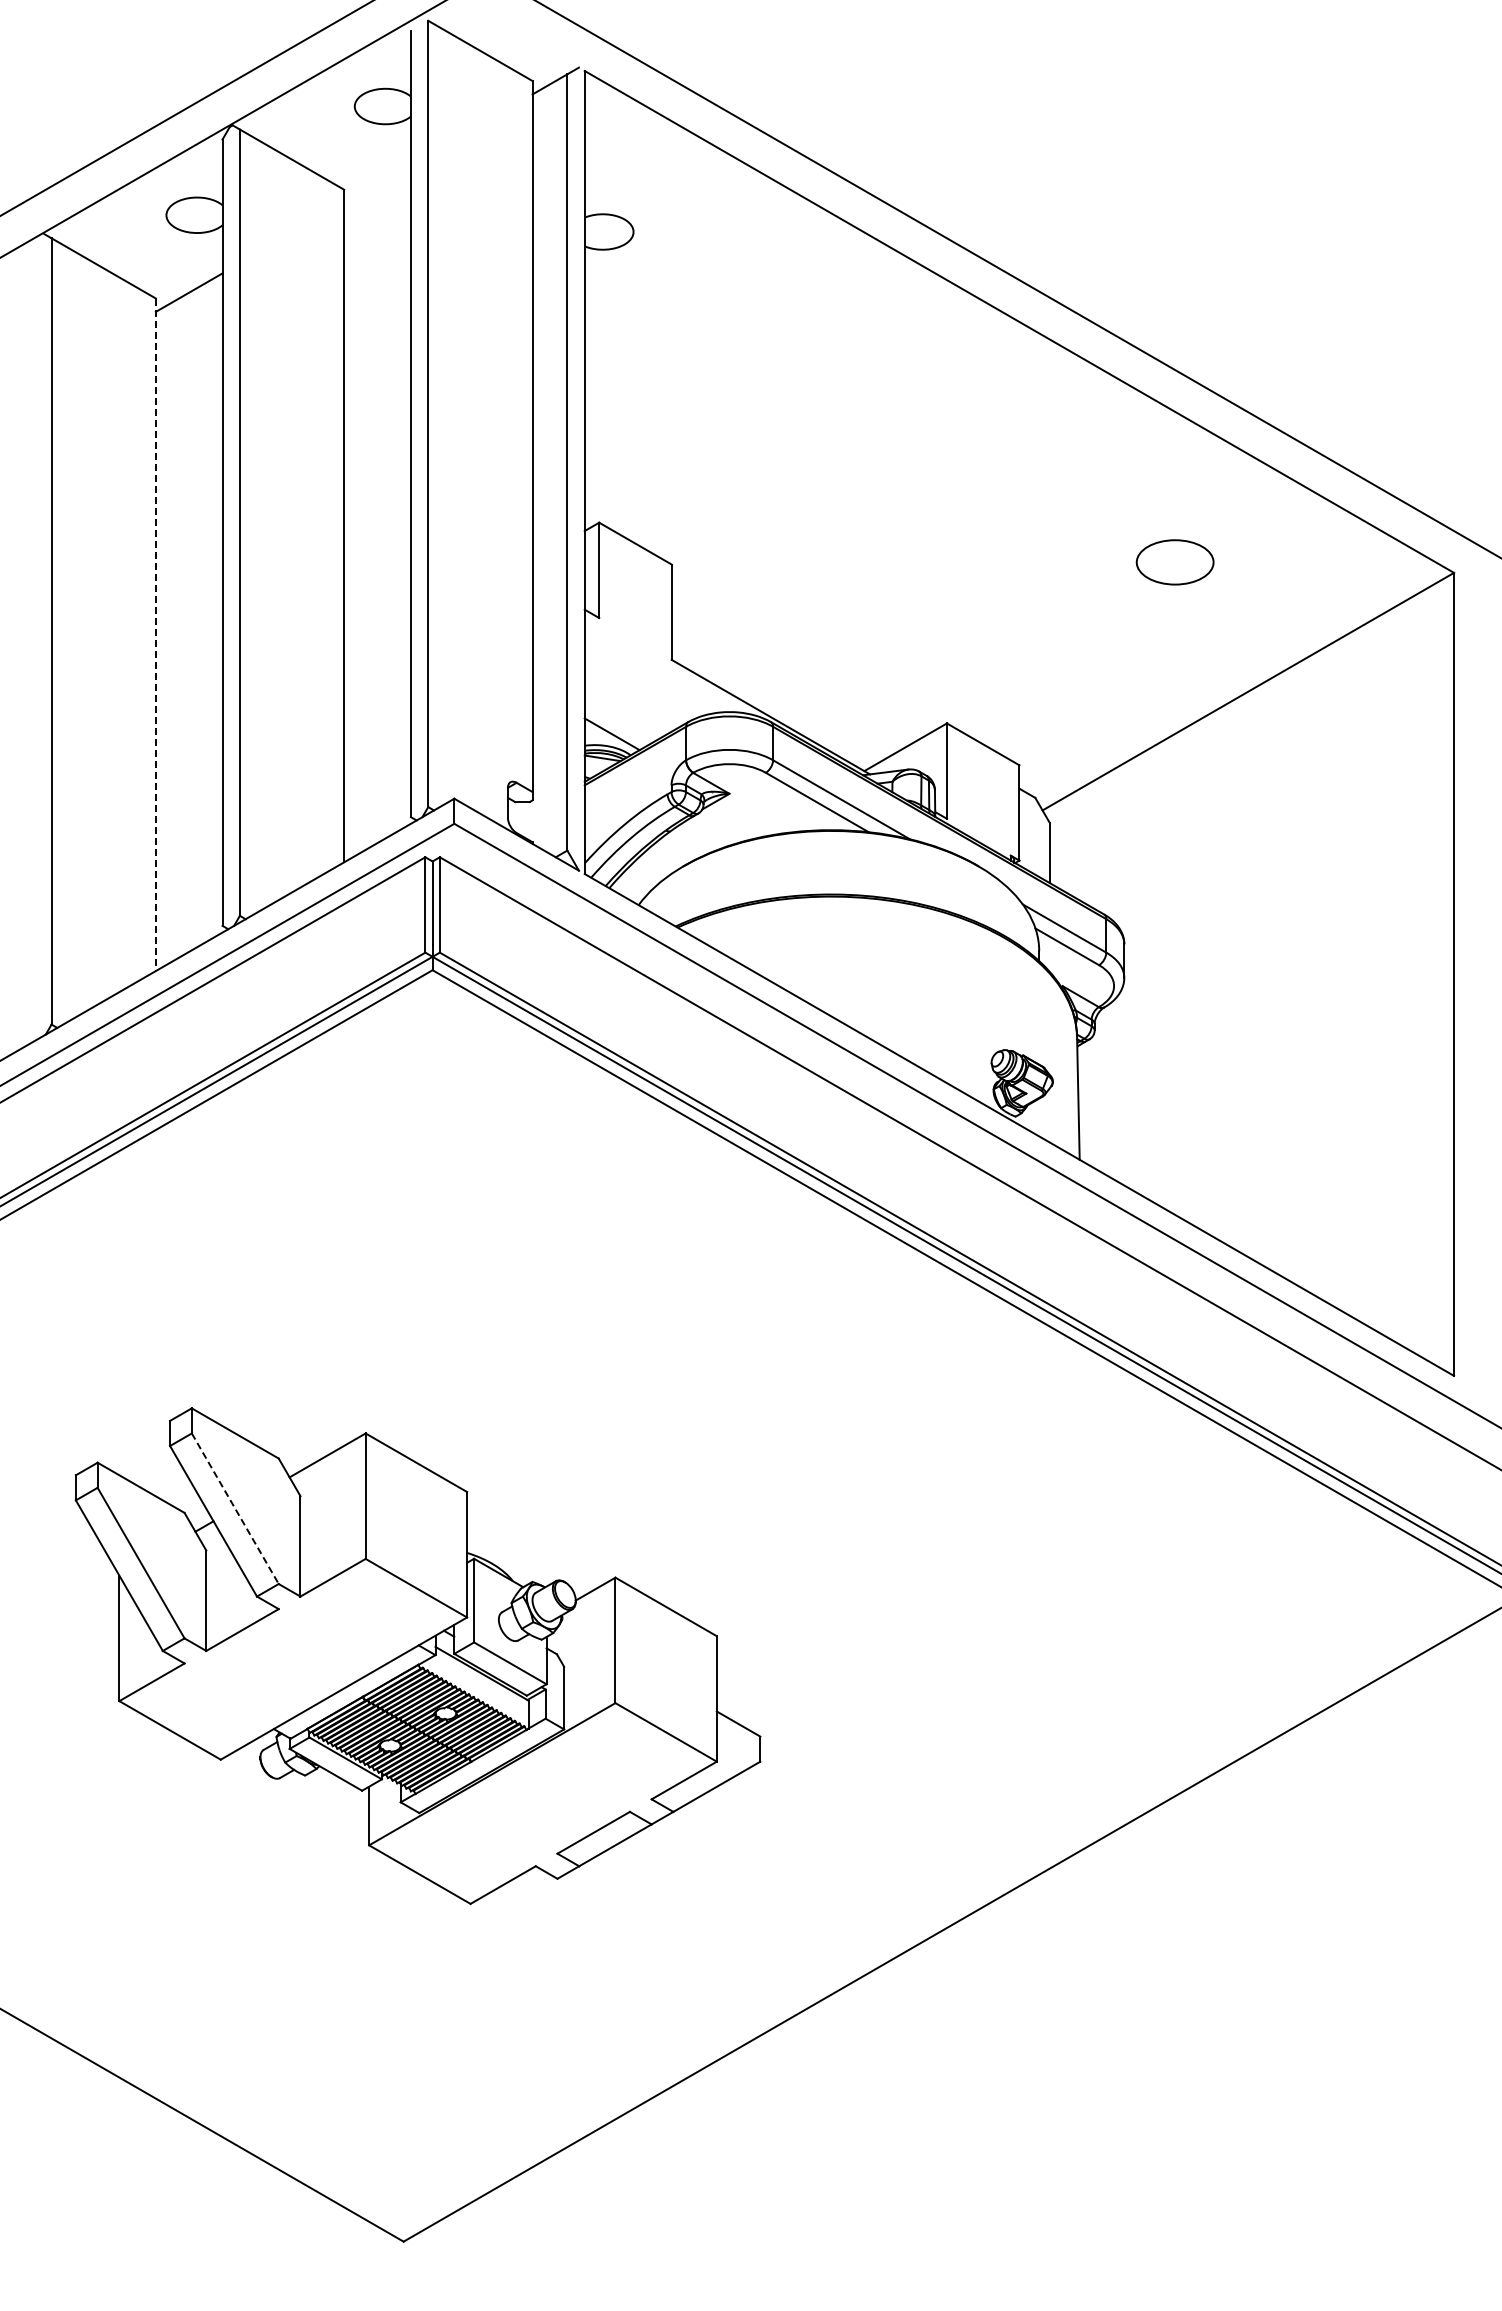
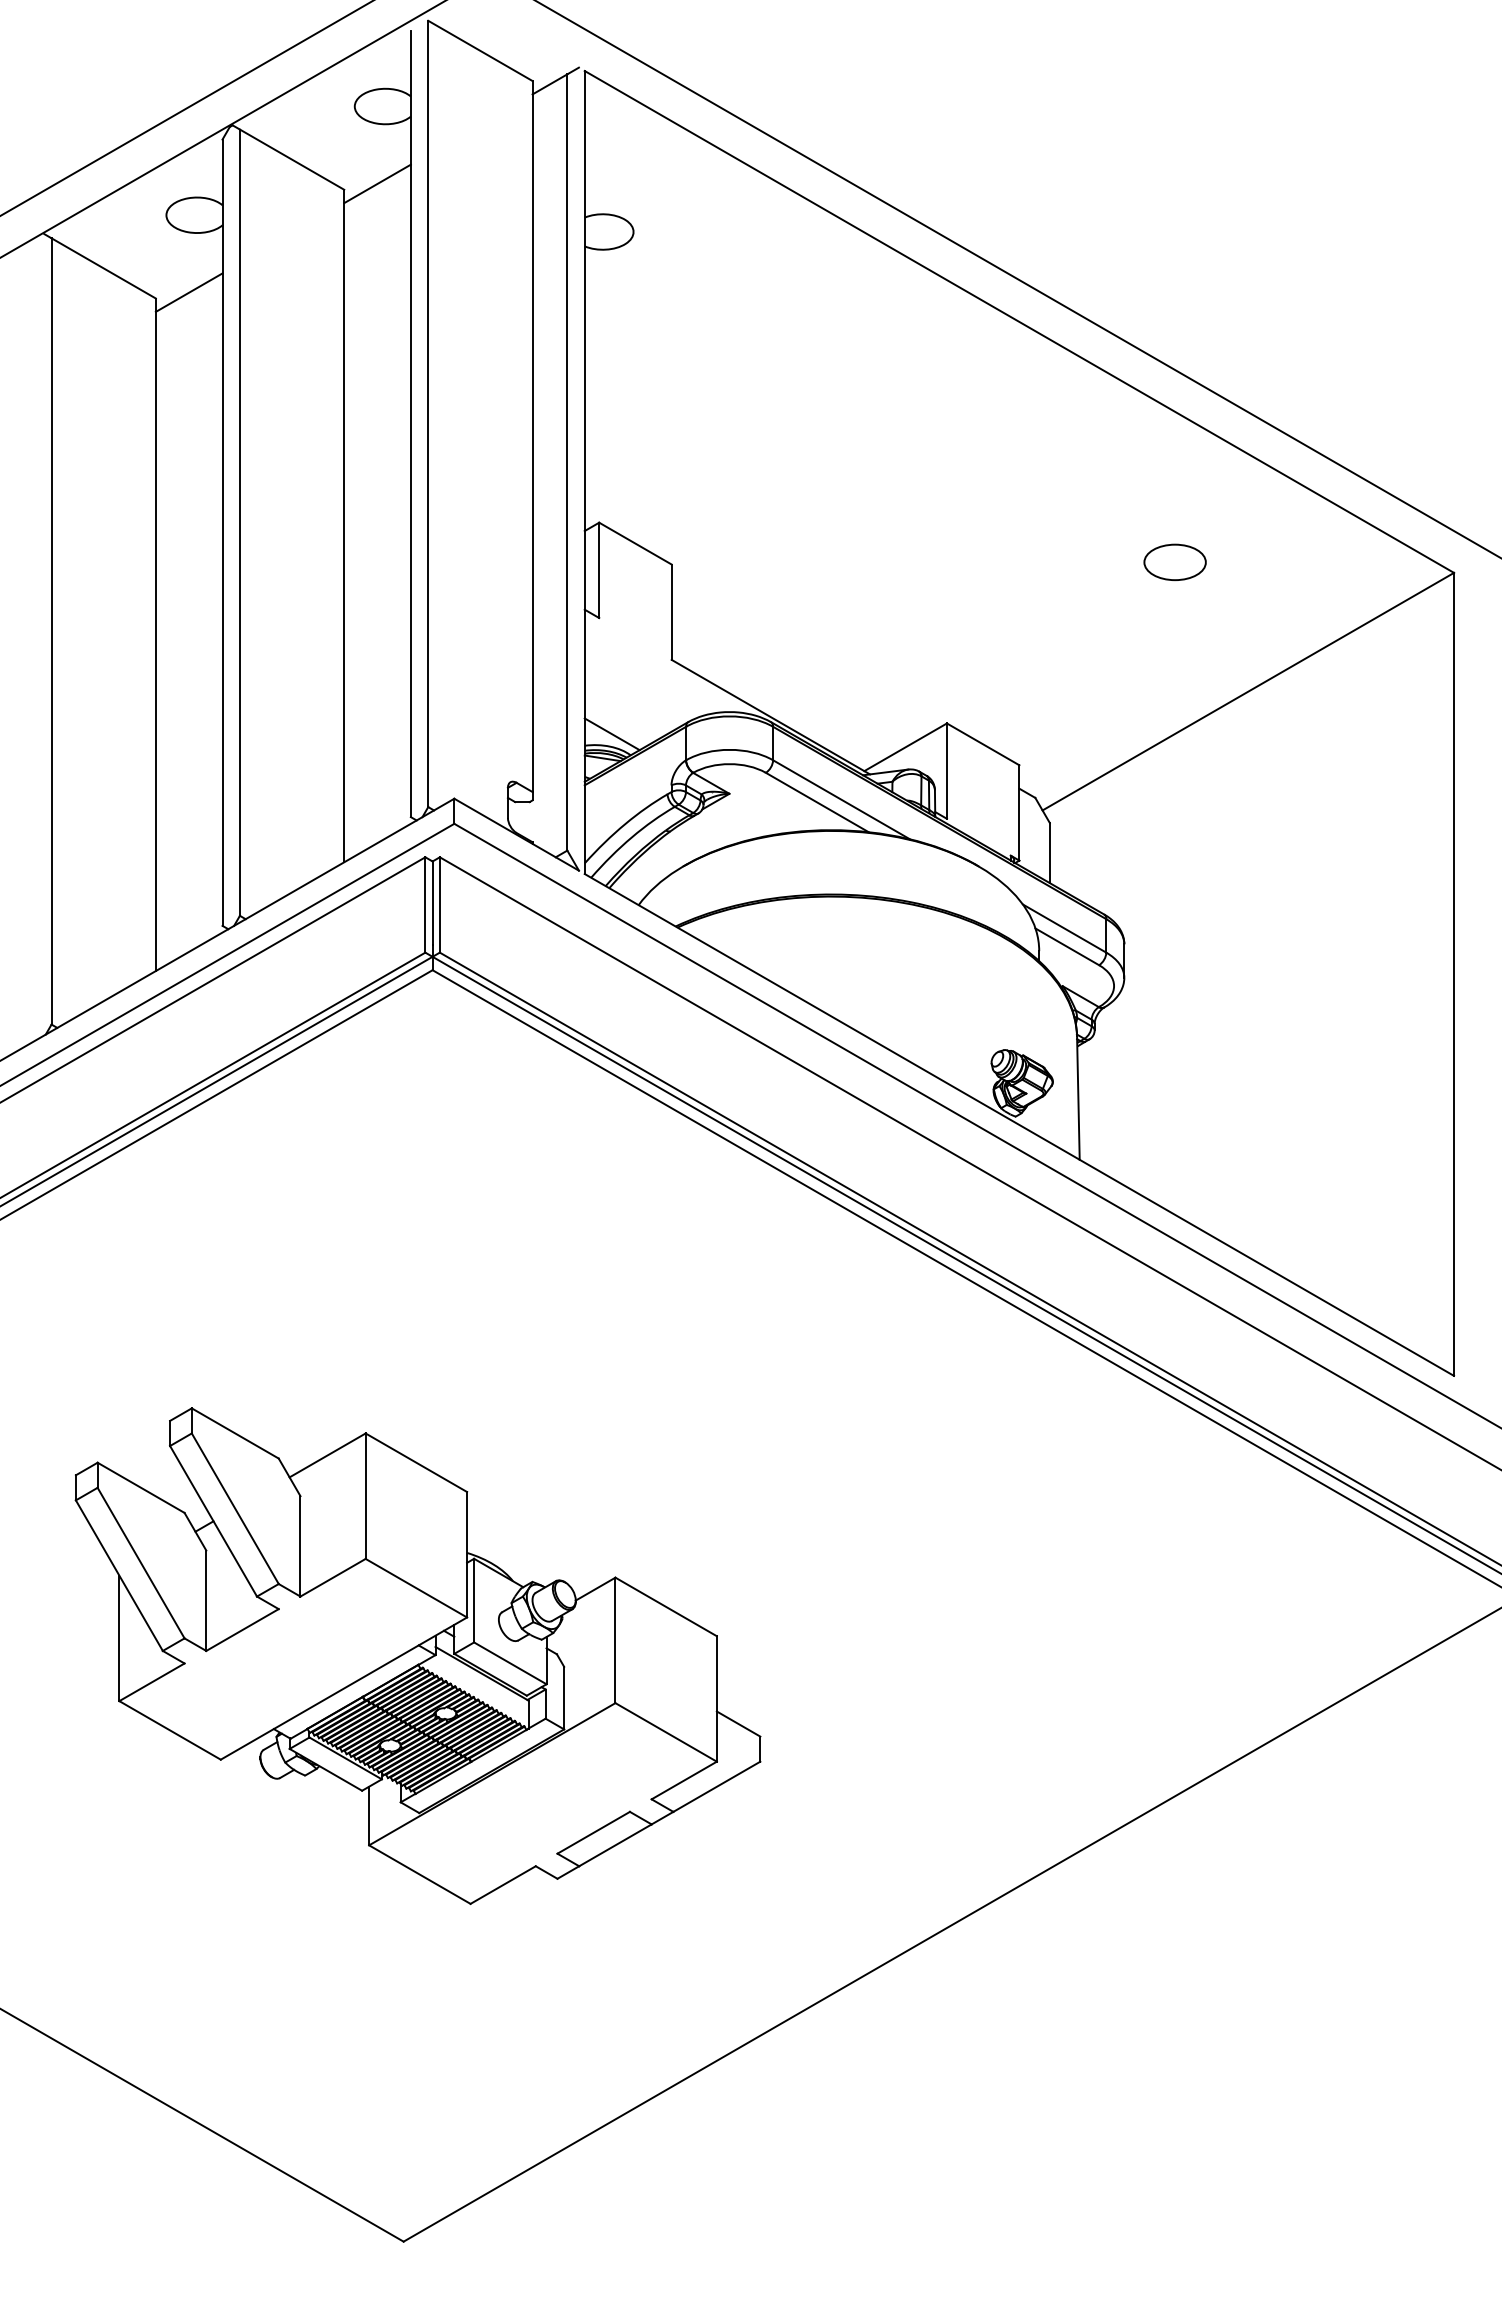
line at (377, 183): none -> present
part at (1174, 562) size: 80x47 px -> 64x39 px
line at (155, 635): dashed -> solid
line at (235, 1508): dashed -> solid
